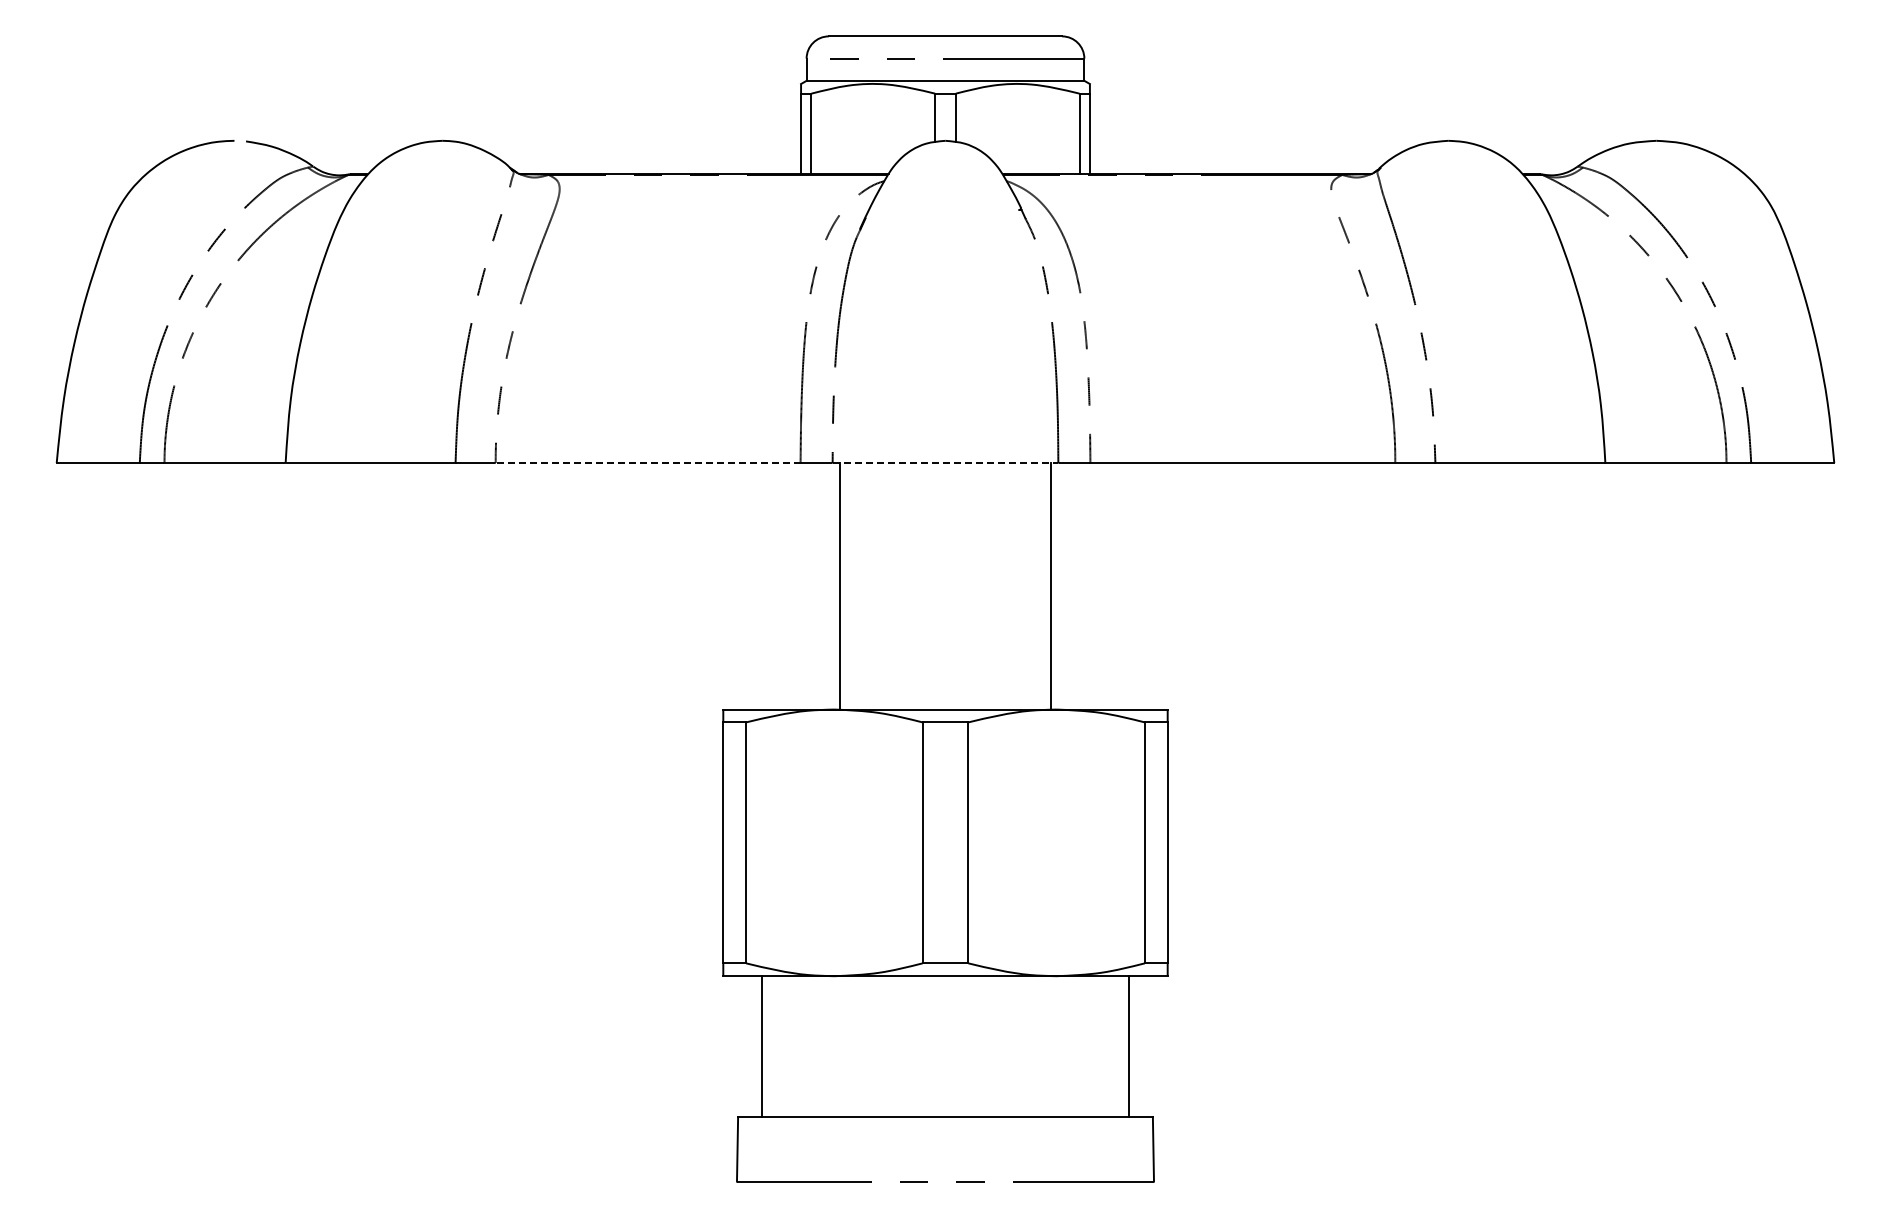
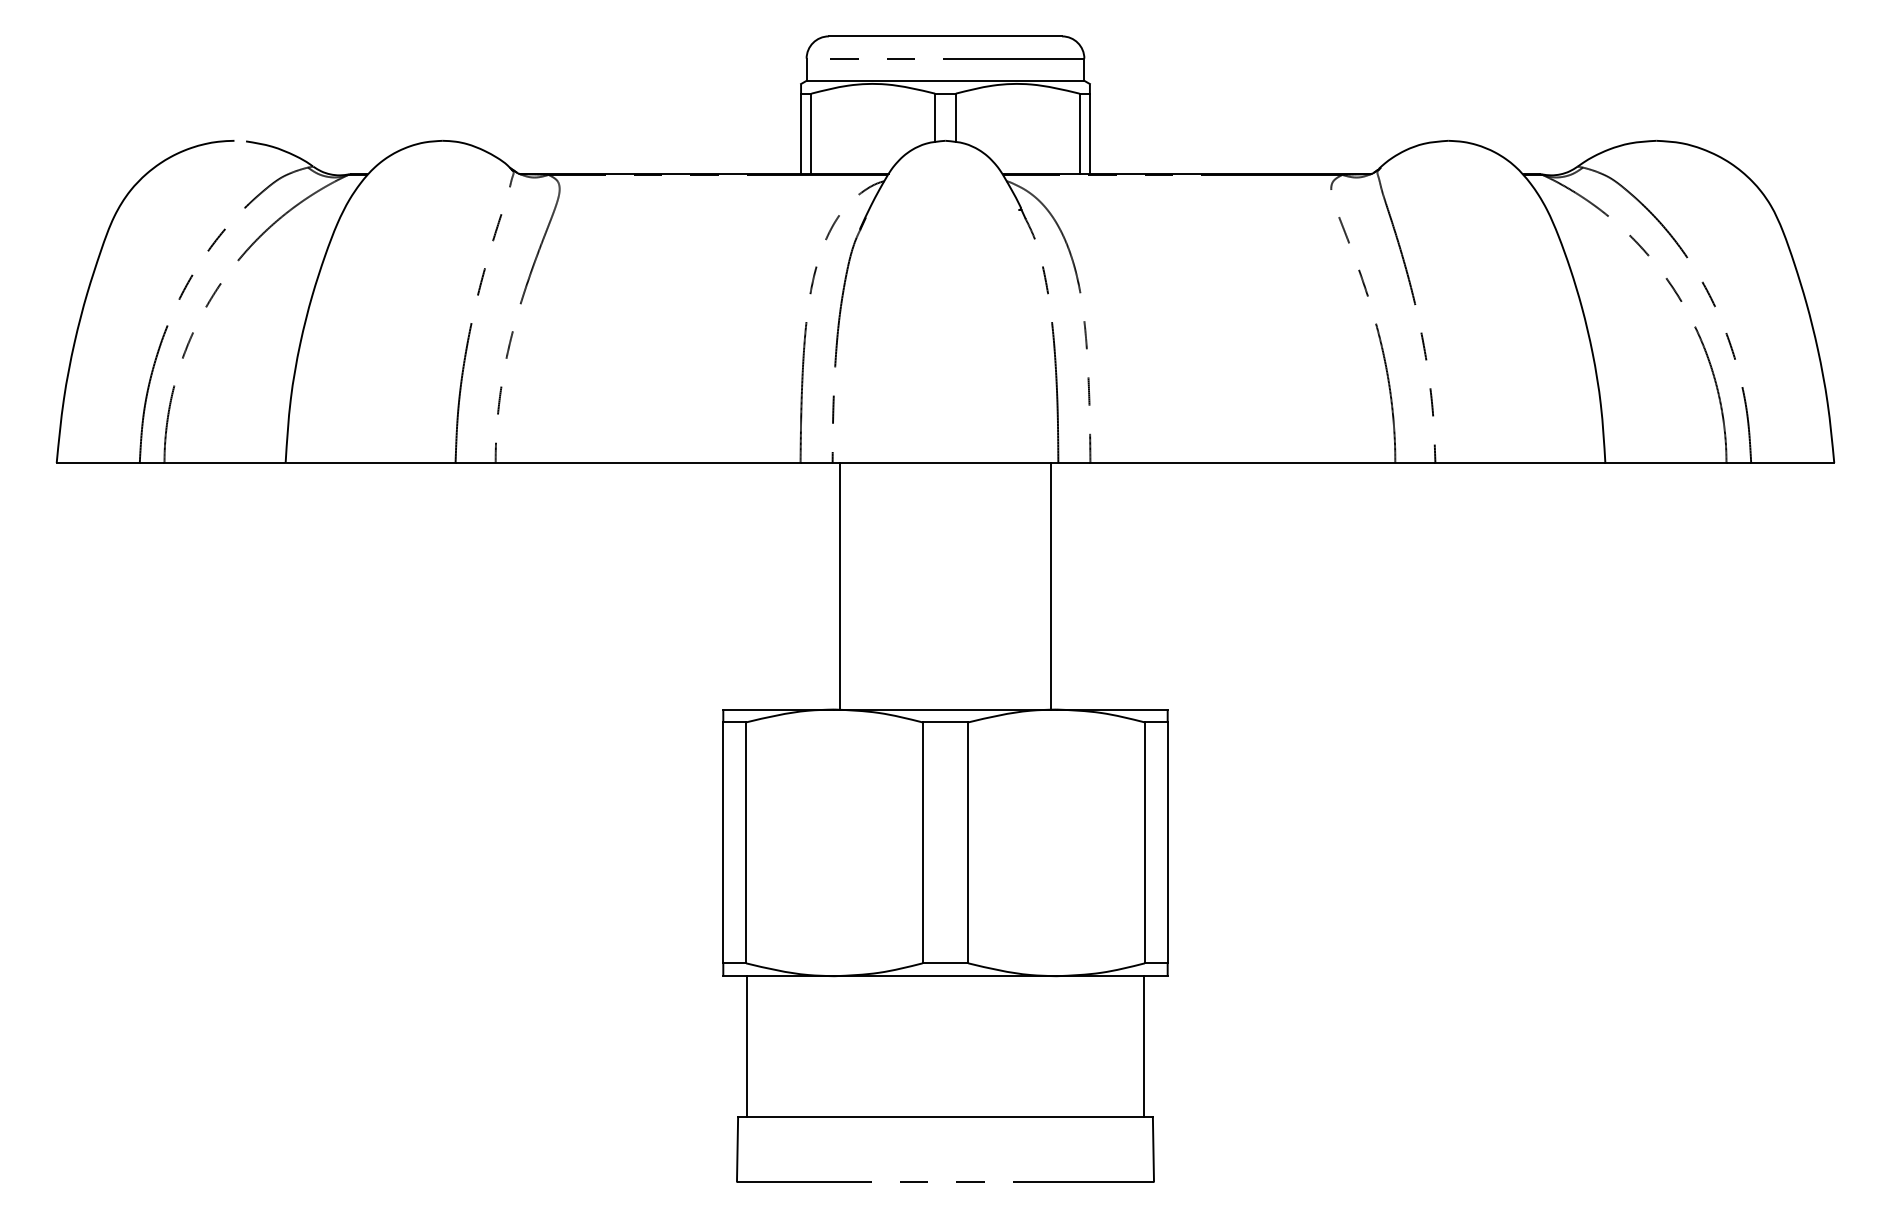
line at (647, 463): dashed -> solid
line at (945, 463): dashed -> solid
line at (761, 1046) position: (761, 1046) -> (746, 1046)
line at (1129, 1046) position: (1129, 1046) -> (1144, 1046)
